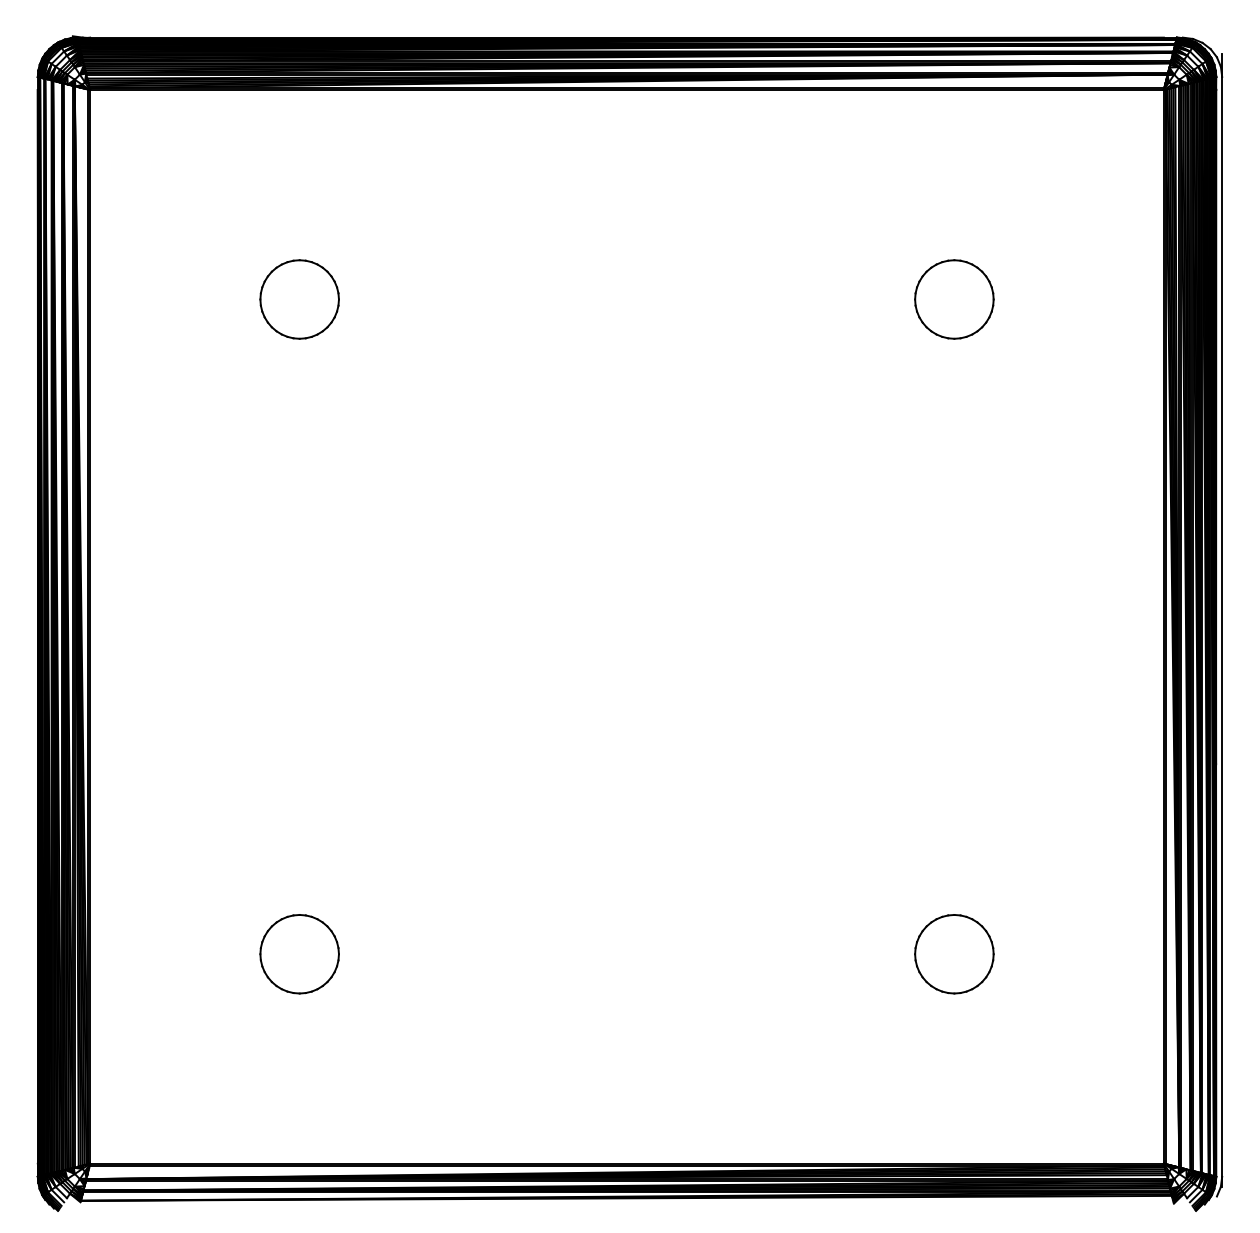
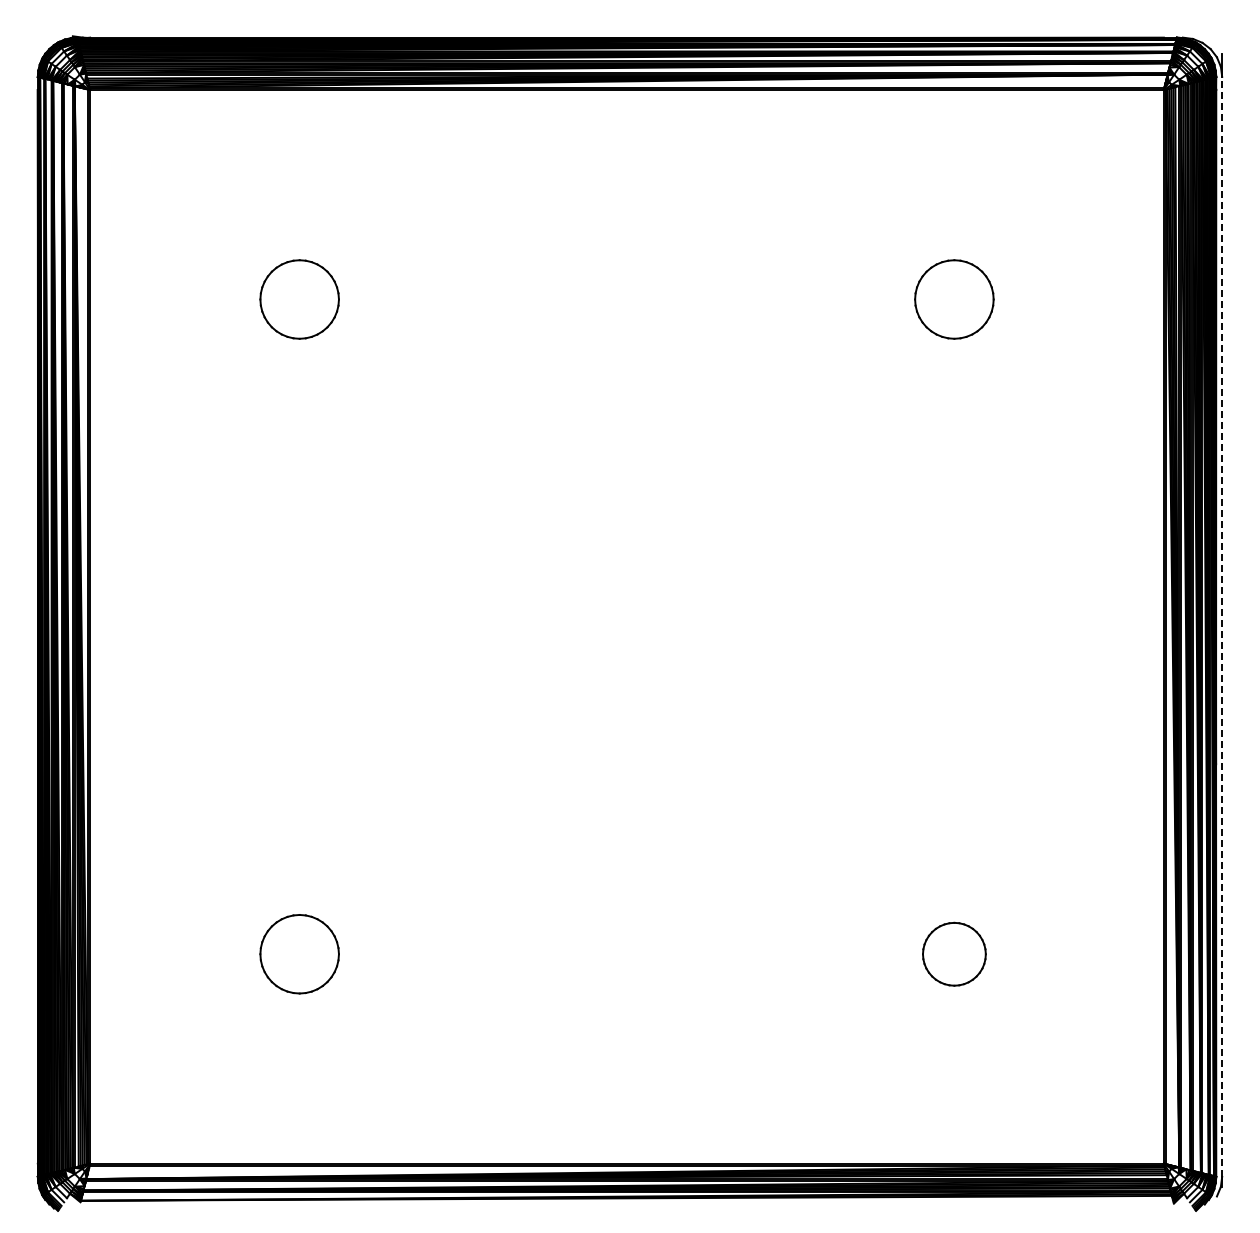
line at (1222, 626): solid -> dashed
part at (954, 954) size: 81x81 px -> 65x66 px
